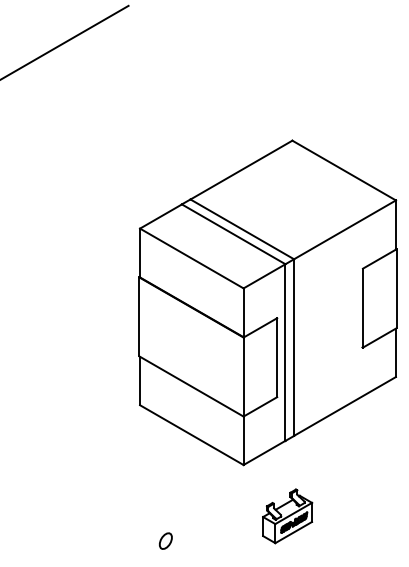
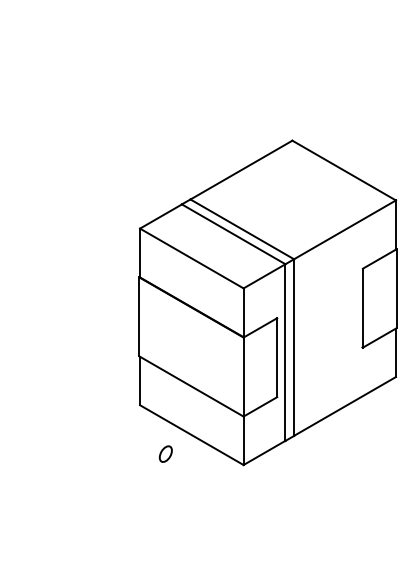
line at (65, 41): present -> none
part at (287, 516): present -> none
part at (165, 540) position: (165, 540) -> (165, 453)
